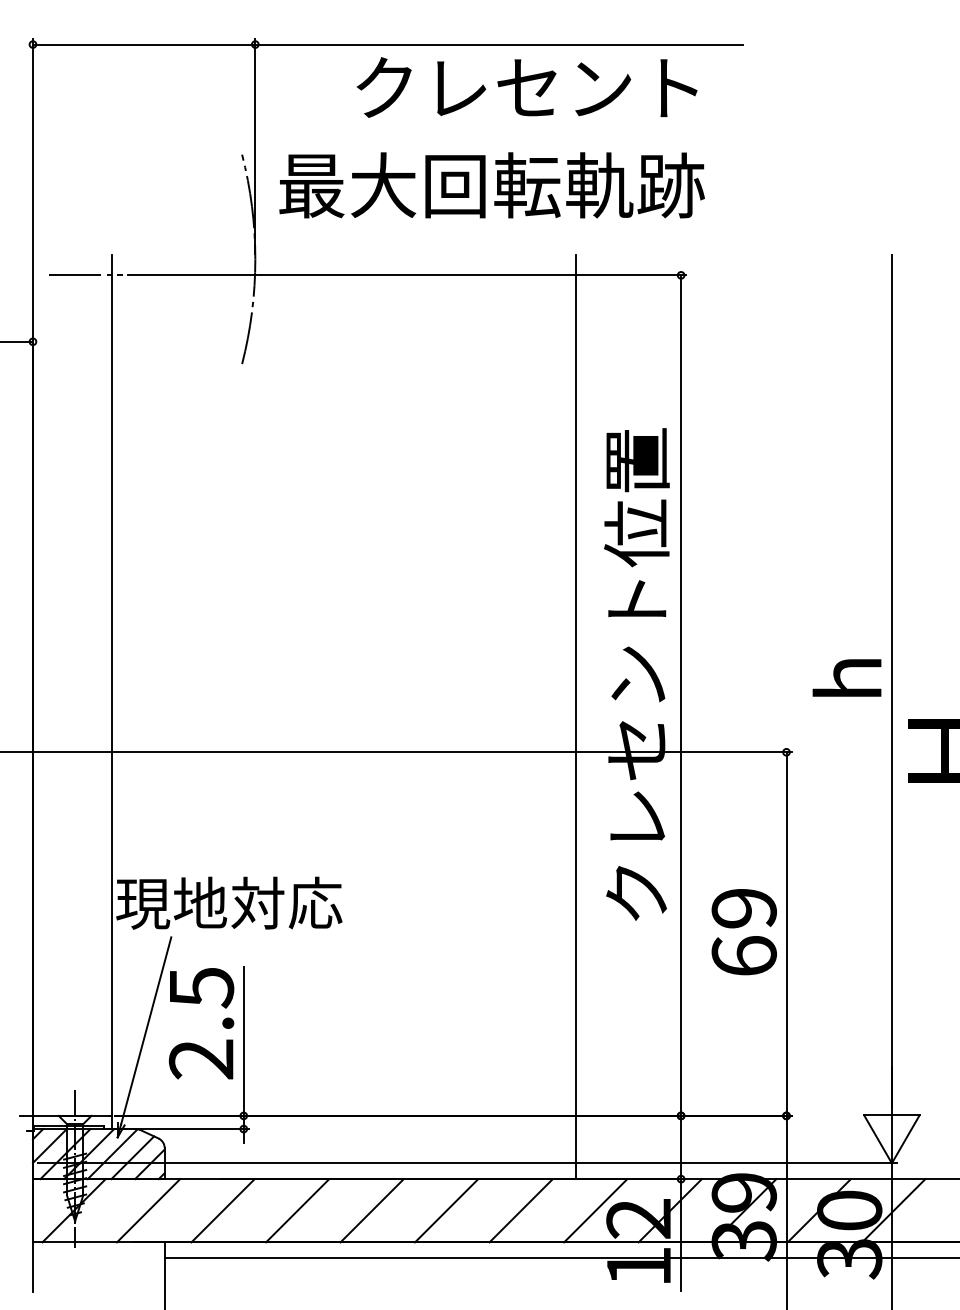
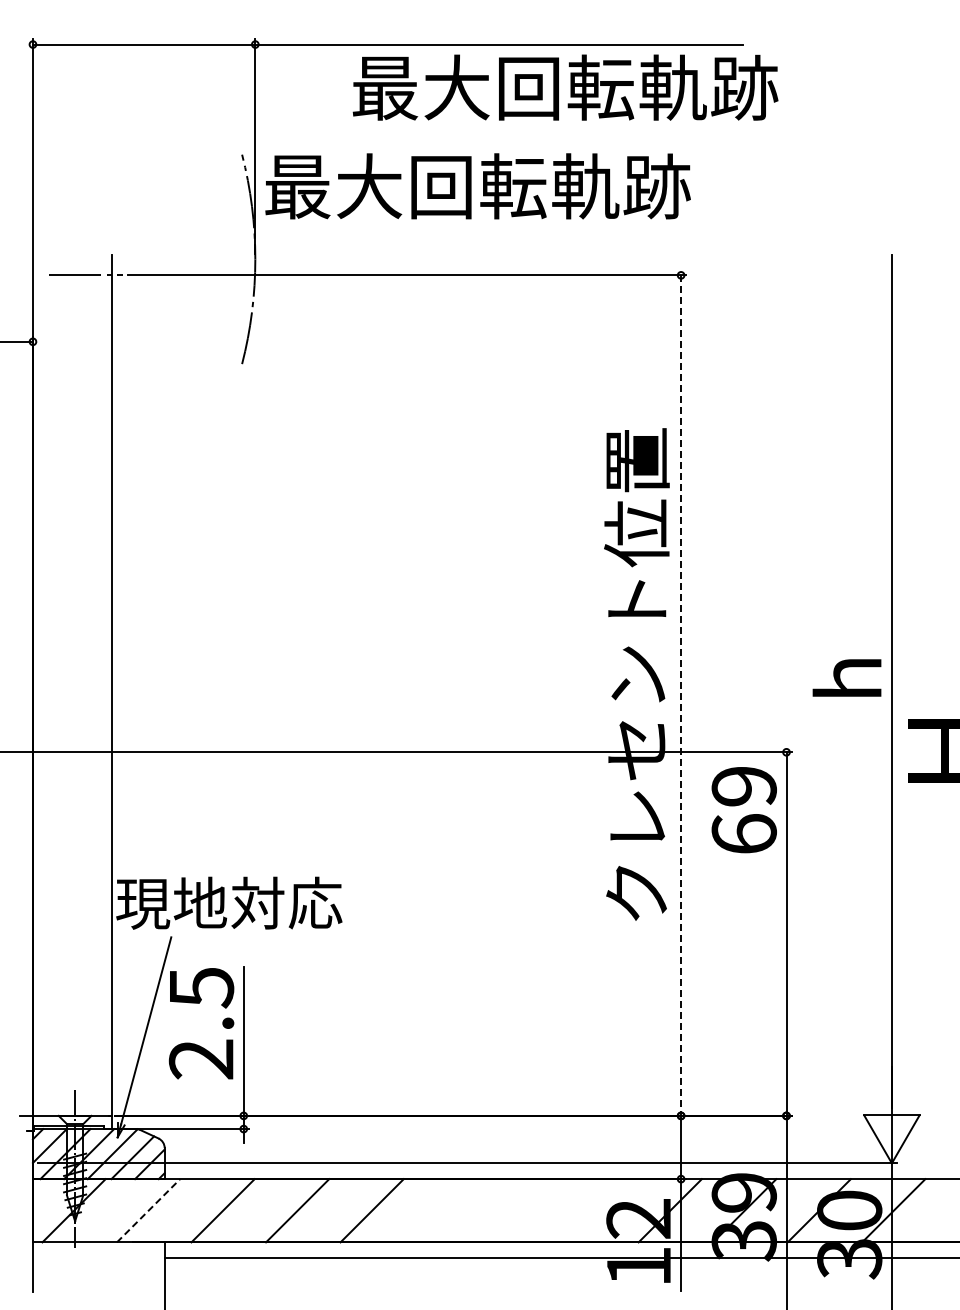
text at (565, 87): クレセント -> 最大回転軌跡
text at (491, 185) position: (491, 185) -> (477, 186)
line at (681, 696): solid -> dashed
line at (575, 717): present -> none
text at (743, 932) position: (743, 932) -> (743, 810)
line at (148, 1210): solid -> dashed
line at (446, 1210): present -> none
line at (520, 1210): present -> none
line at (595, 1210): present -> none
